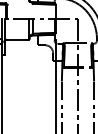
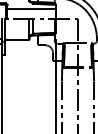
line at (31, 8): none -> present
